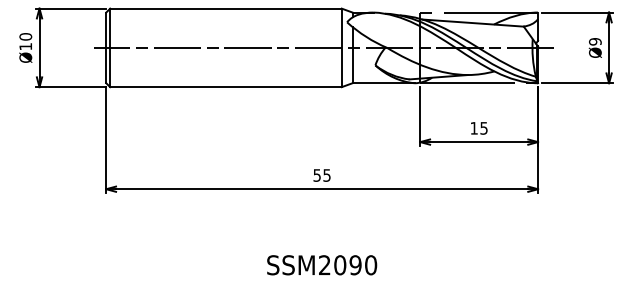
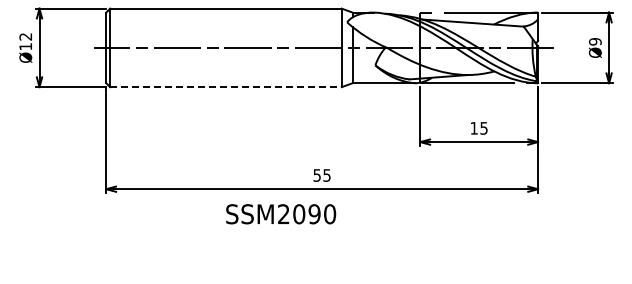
text at (25, 36): Ø10 -> Ø12
line at (225, 87): solid -> dashed
text at (322, 265) position: (322, 265) -> (281, 214)
